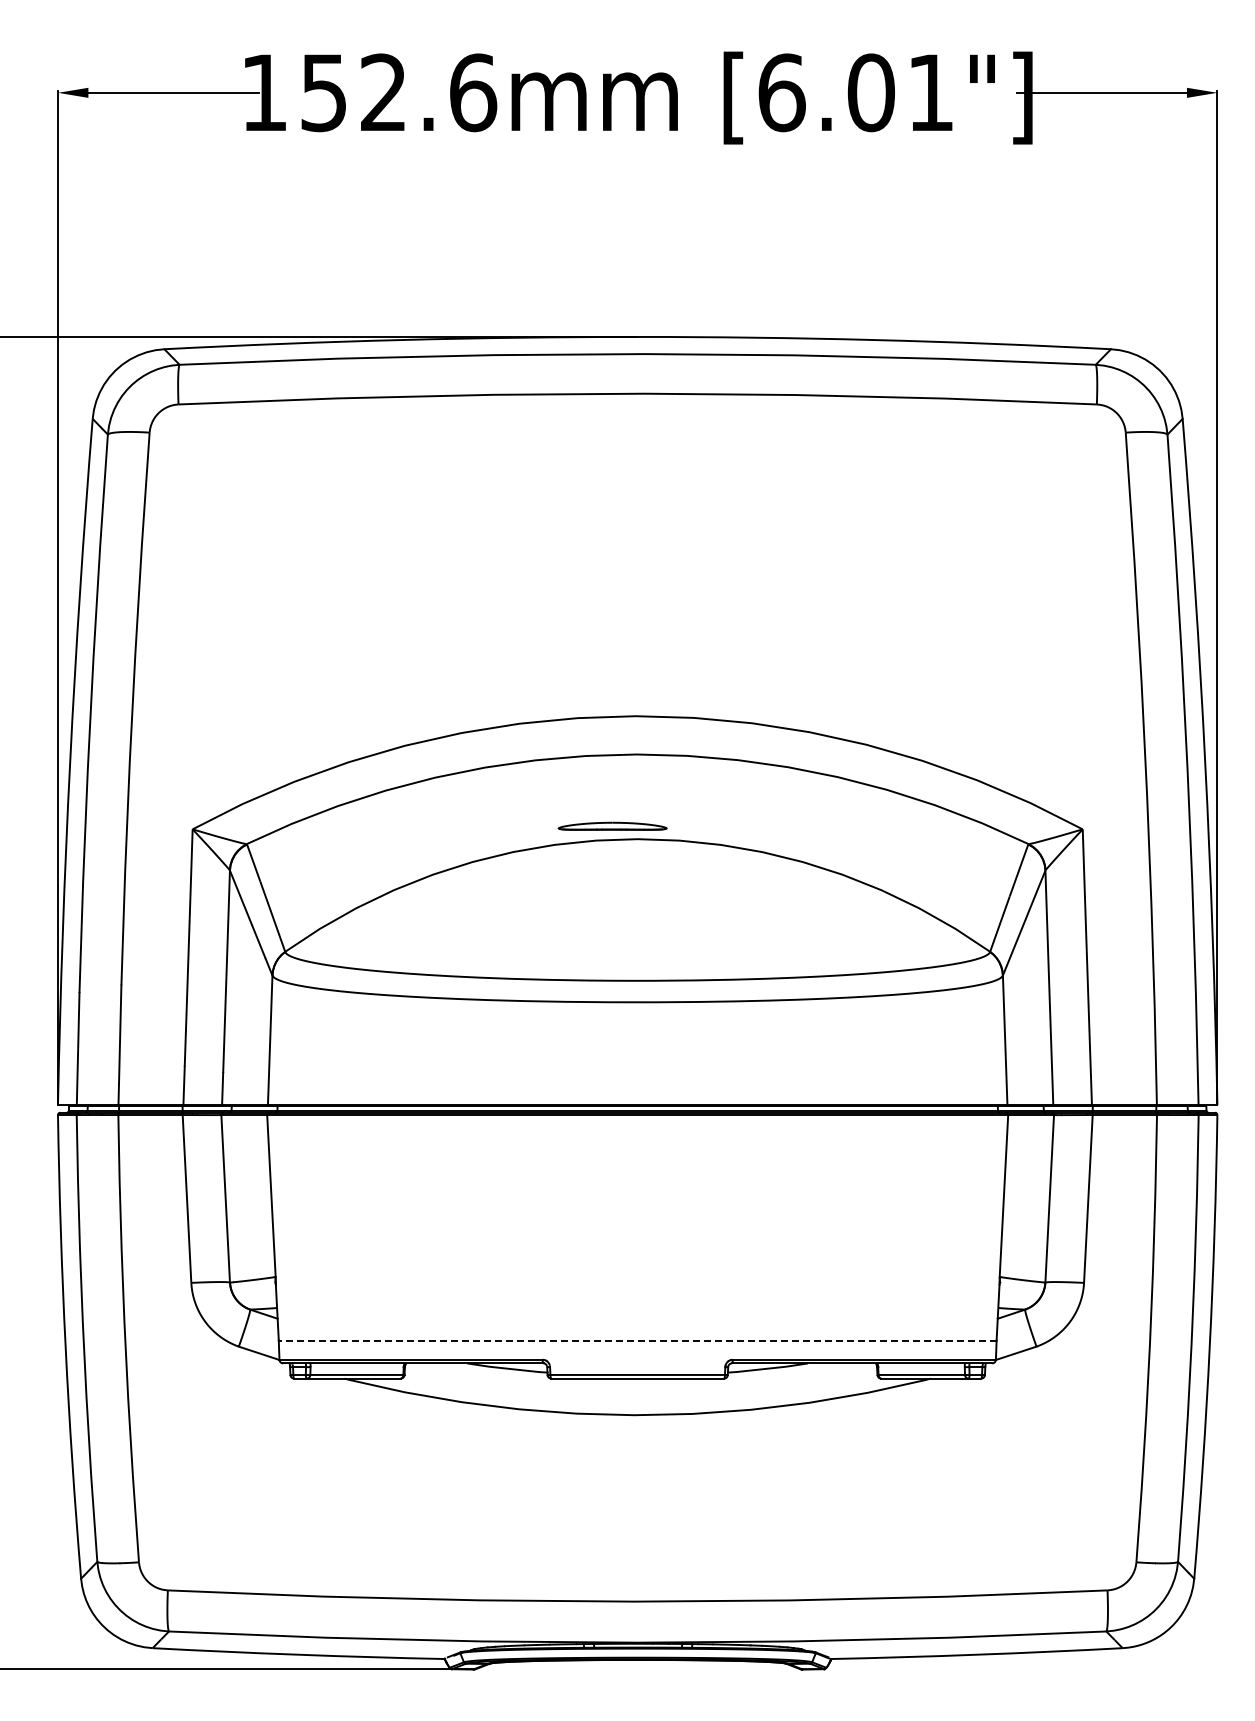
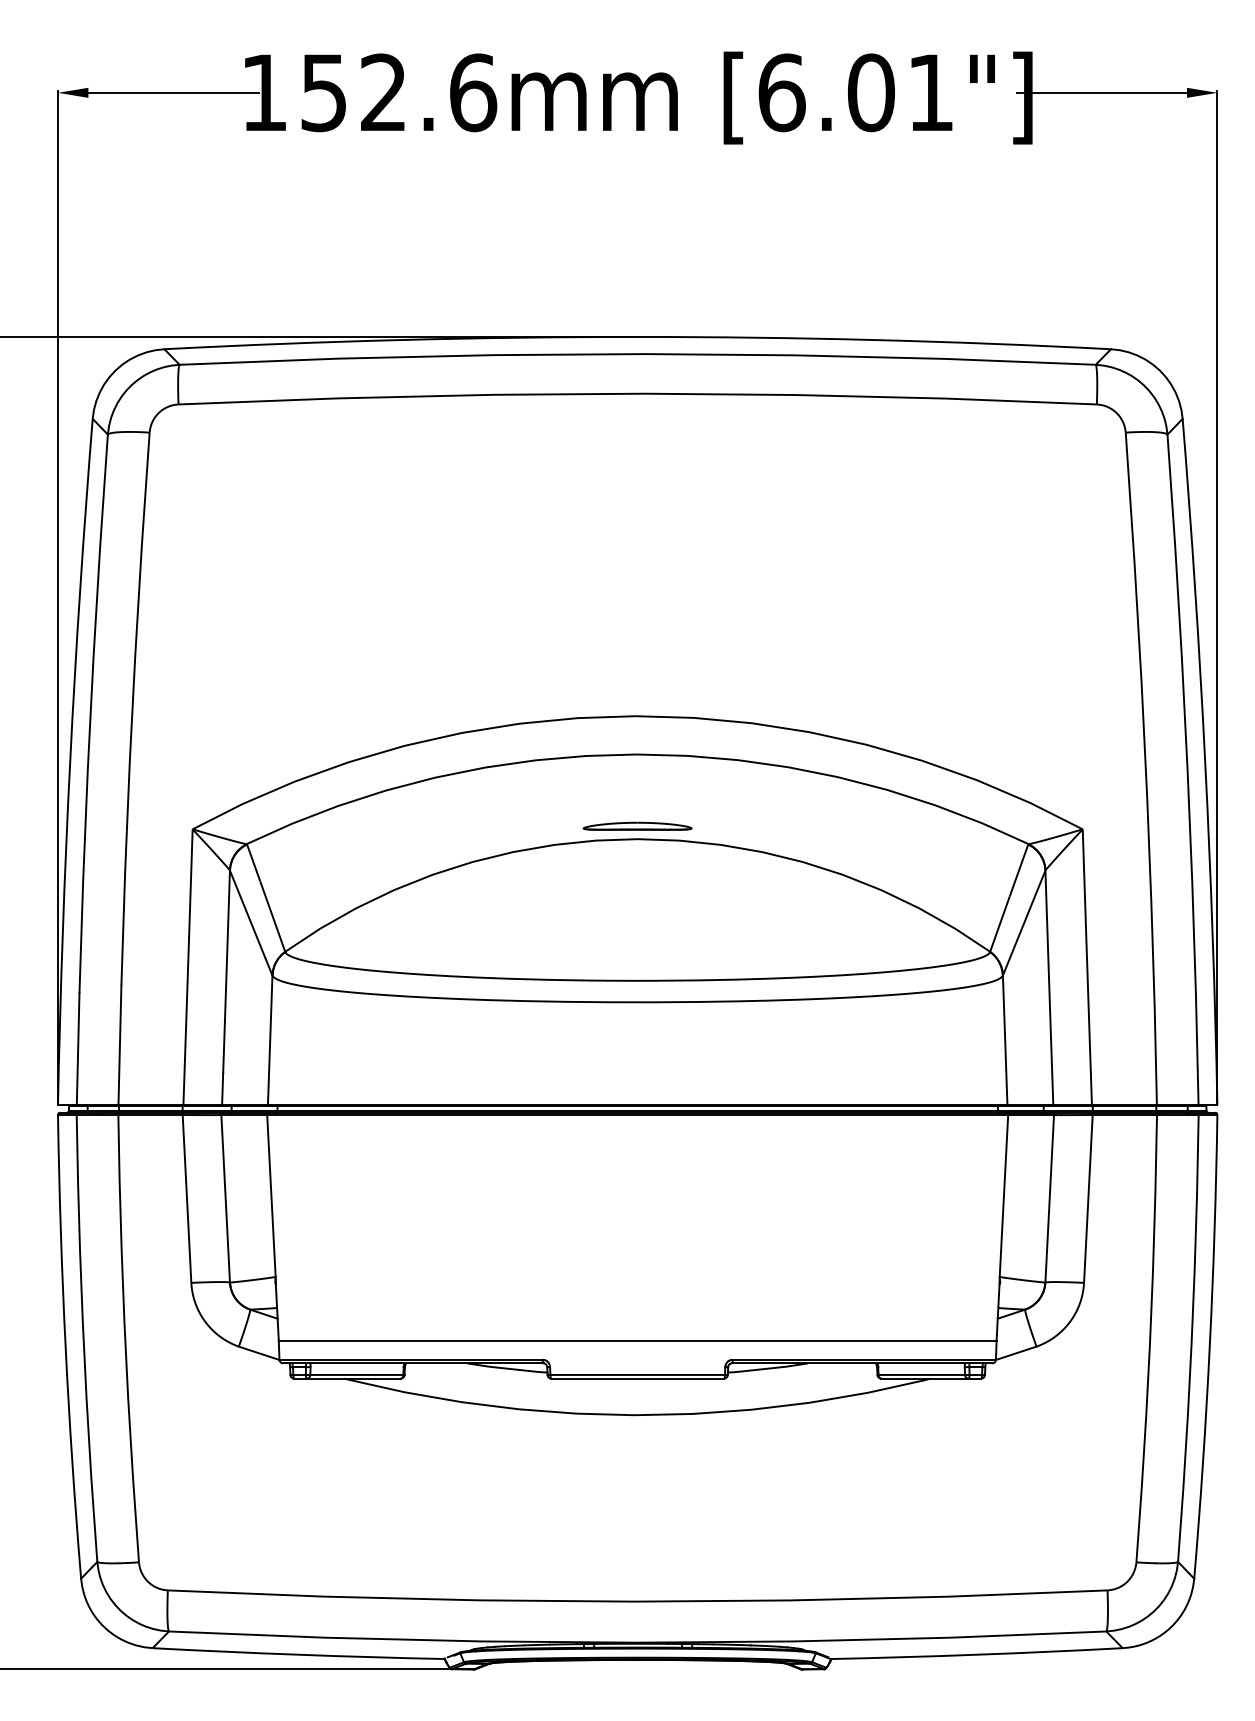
part at (612, 825) position: (612, 825) -> (637, 825)
line at (637, 1340): dashed -> solid
